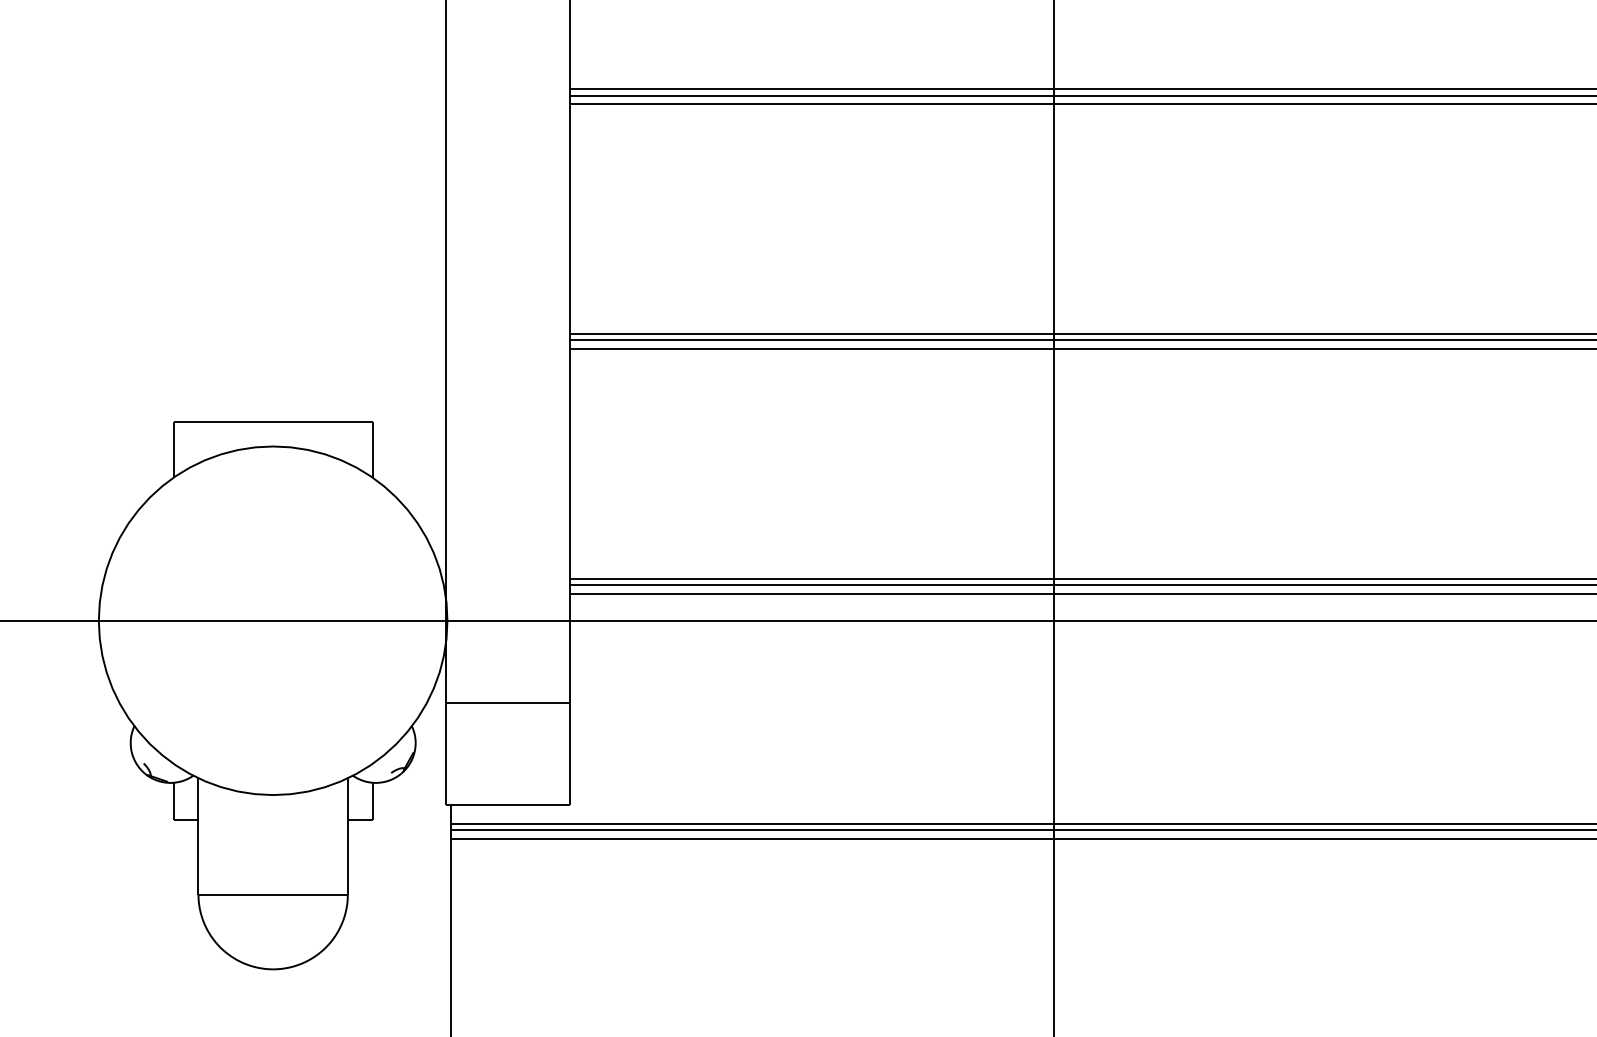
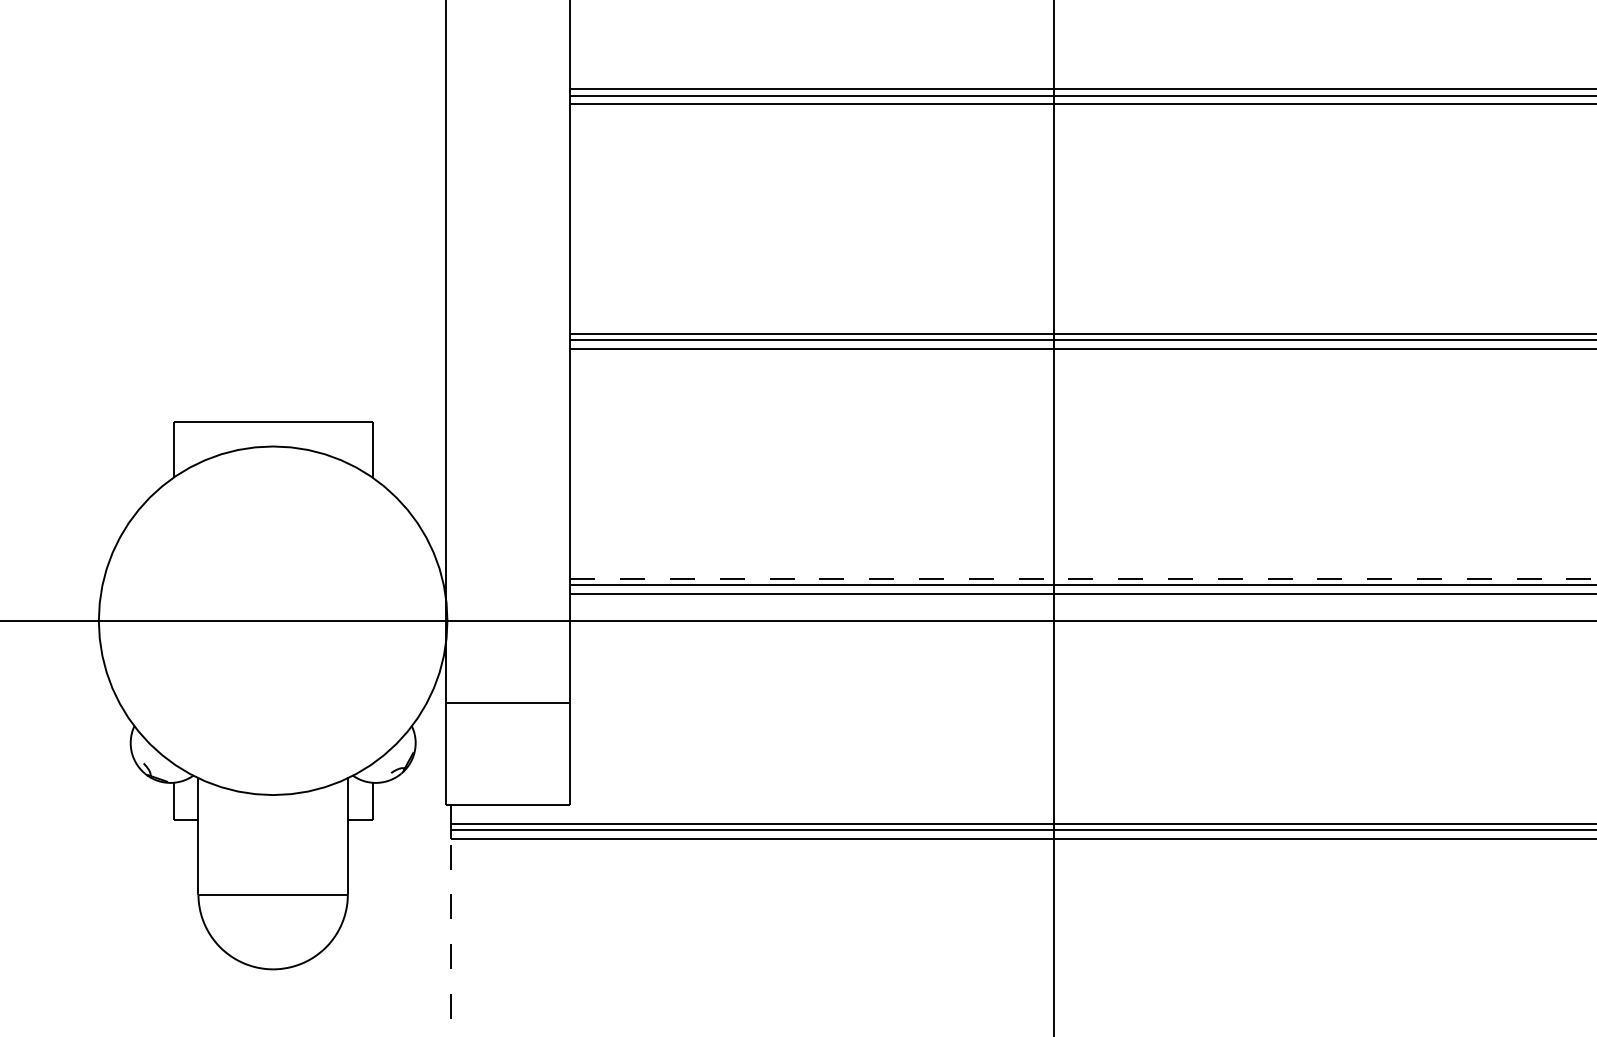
line at (1083, 579): solid -> dashed
line at (450, 937): solid -> dashed
